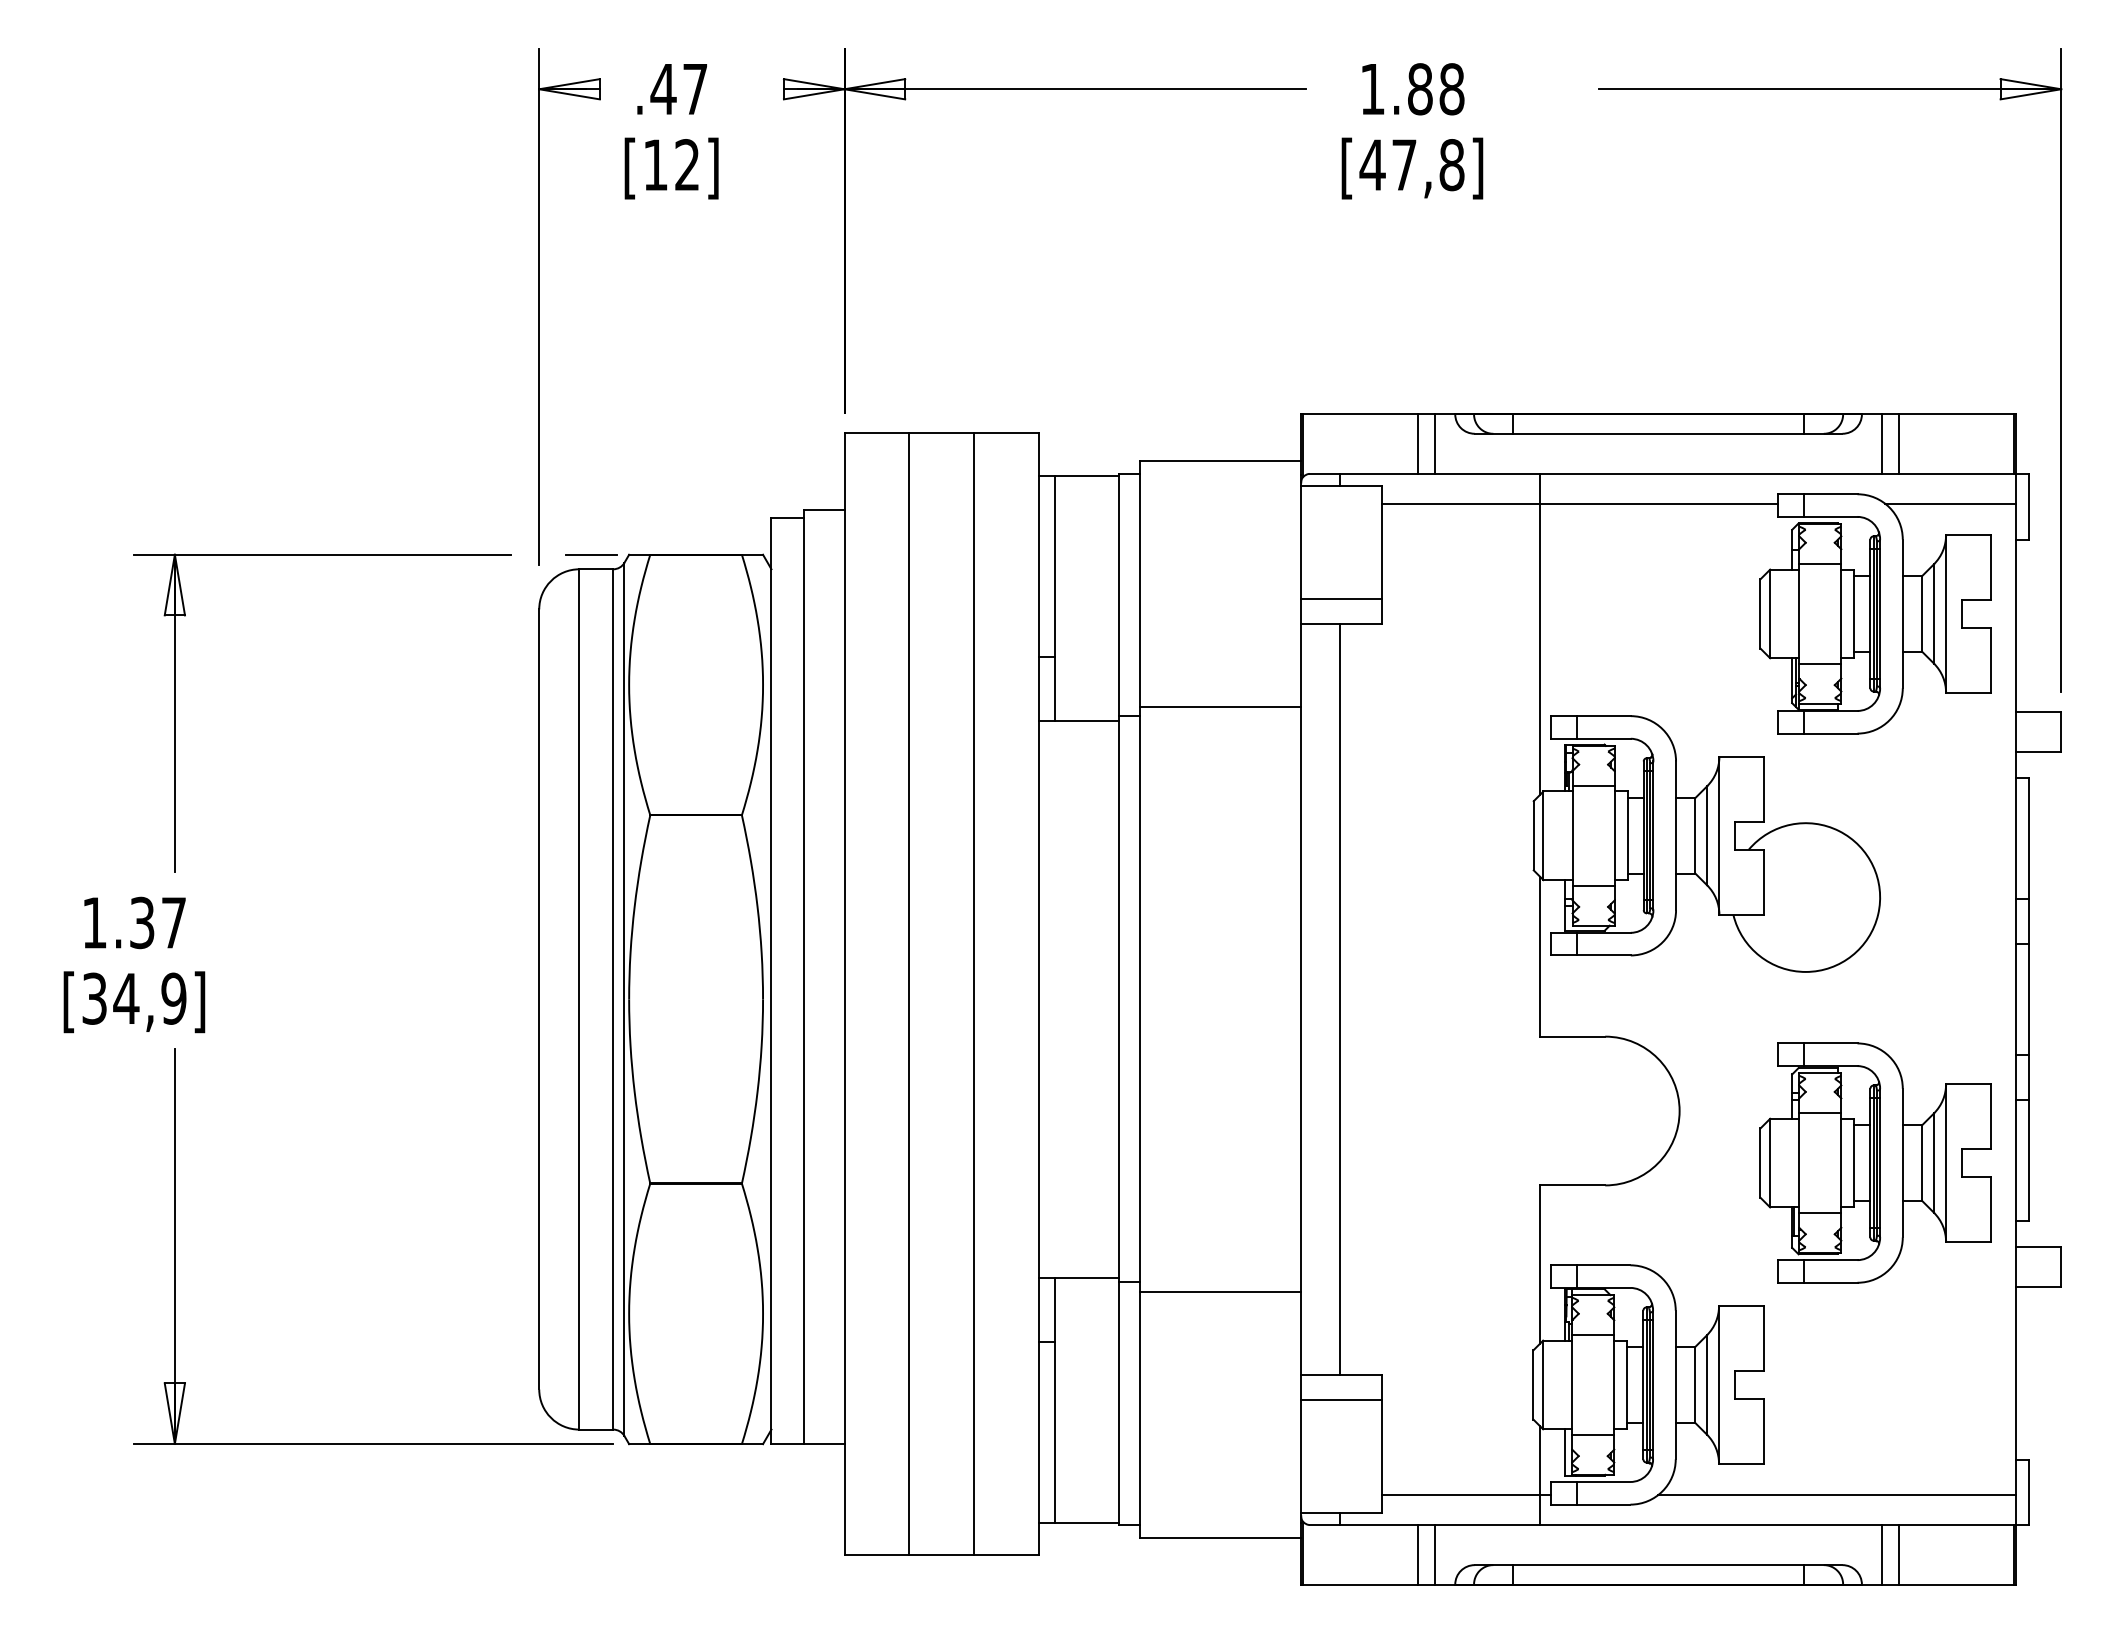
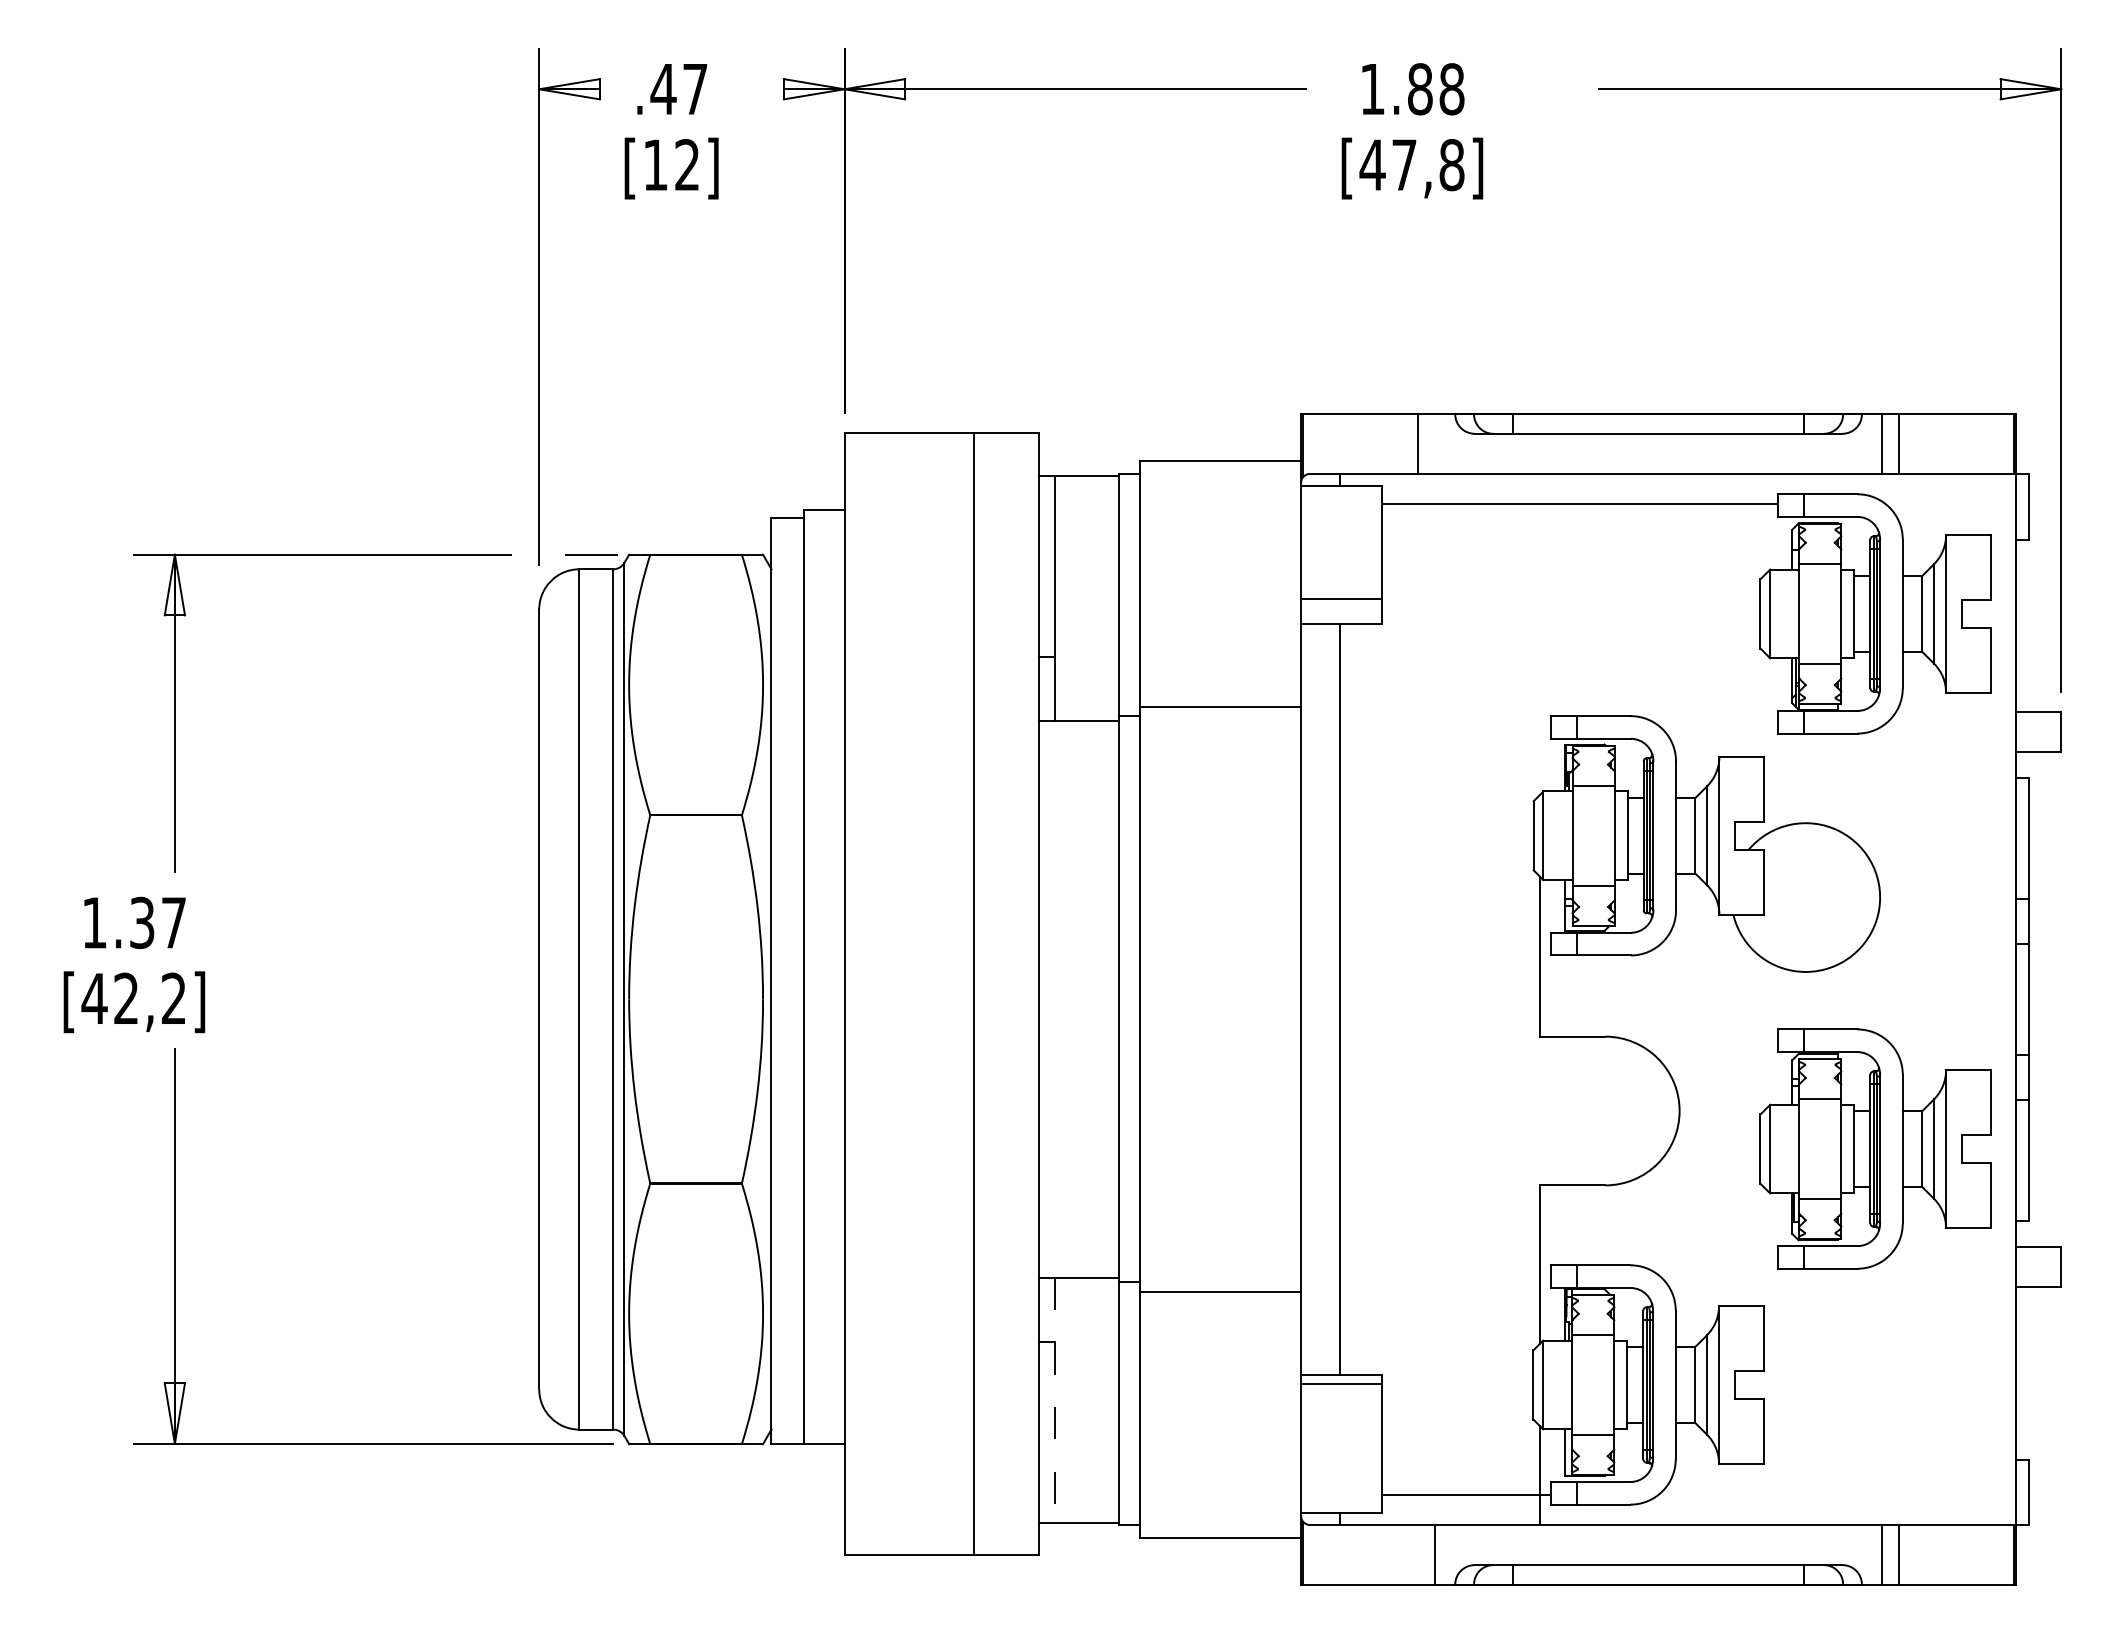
line at (1435, 443): present -> none
line at (1950, 503): present -> none
line at (1539, 634): present -> none
line at (909, 994): present -> none
text at (133, 998): [34,9] -> [42,2]
part at (1875, 1162) position: (1875, 1162) -> (1875, 1148)
line at (1341, 1399) position: (1341, 1399) -> (1341, 1383)
line at (1055, 1400): solid -> dashed
line at (1836, 1495): present -> none
line at (1418, 1555): present -> none
